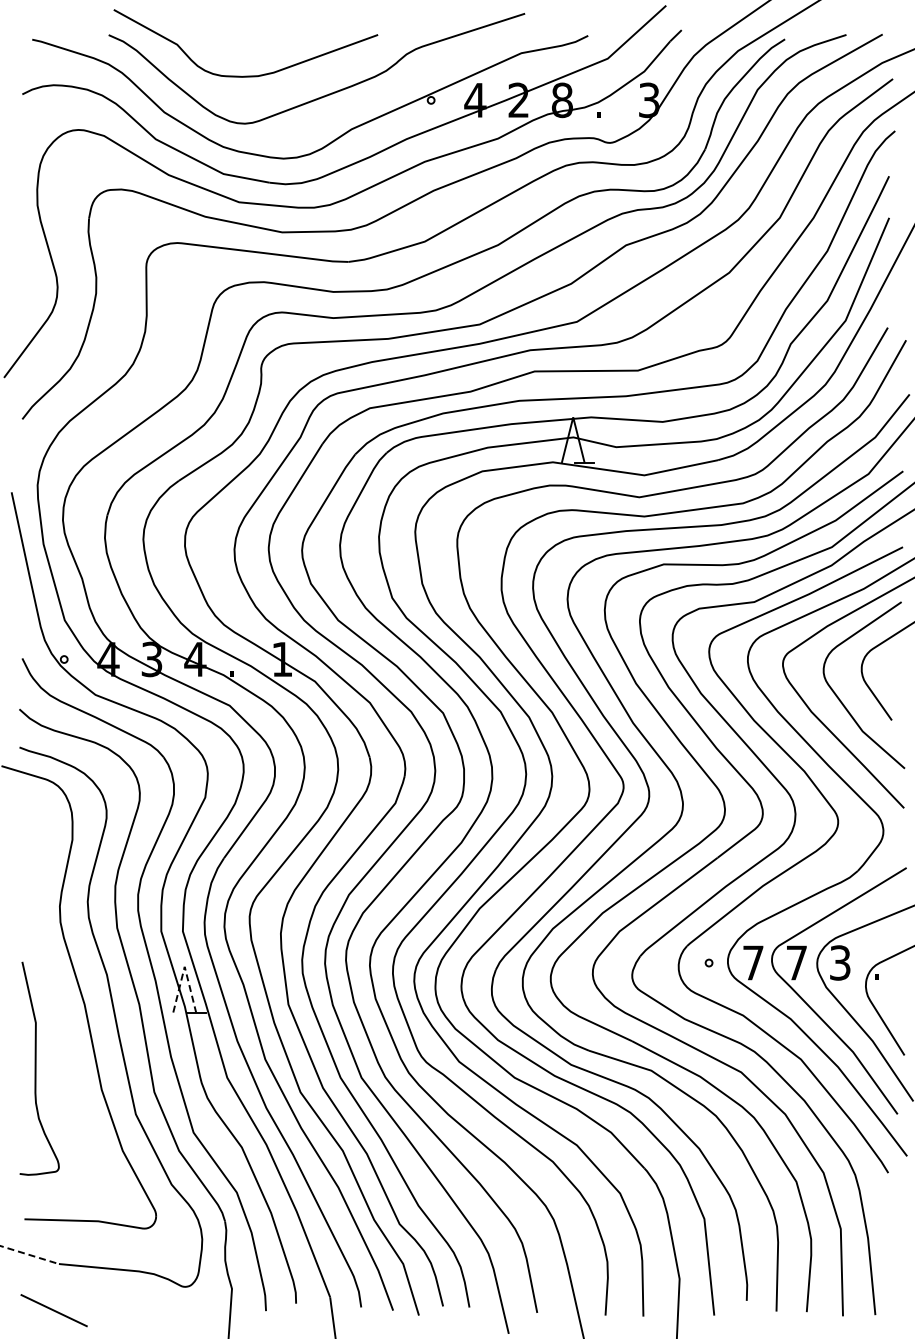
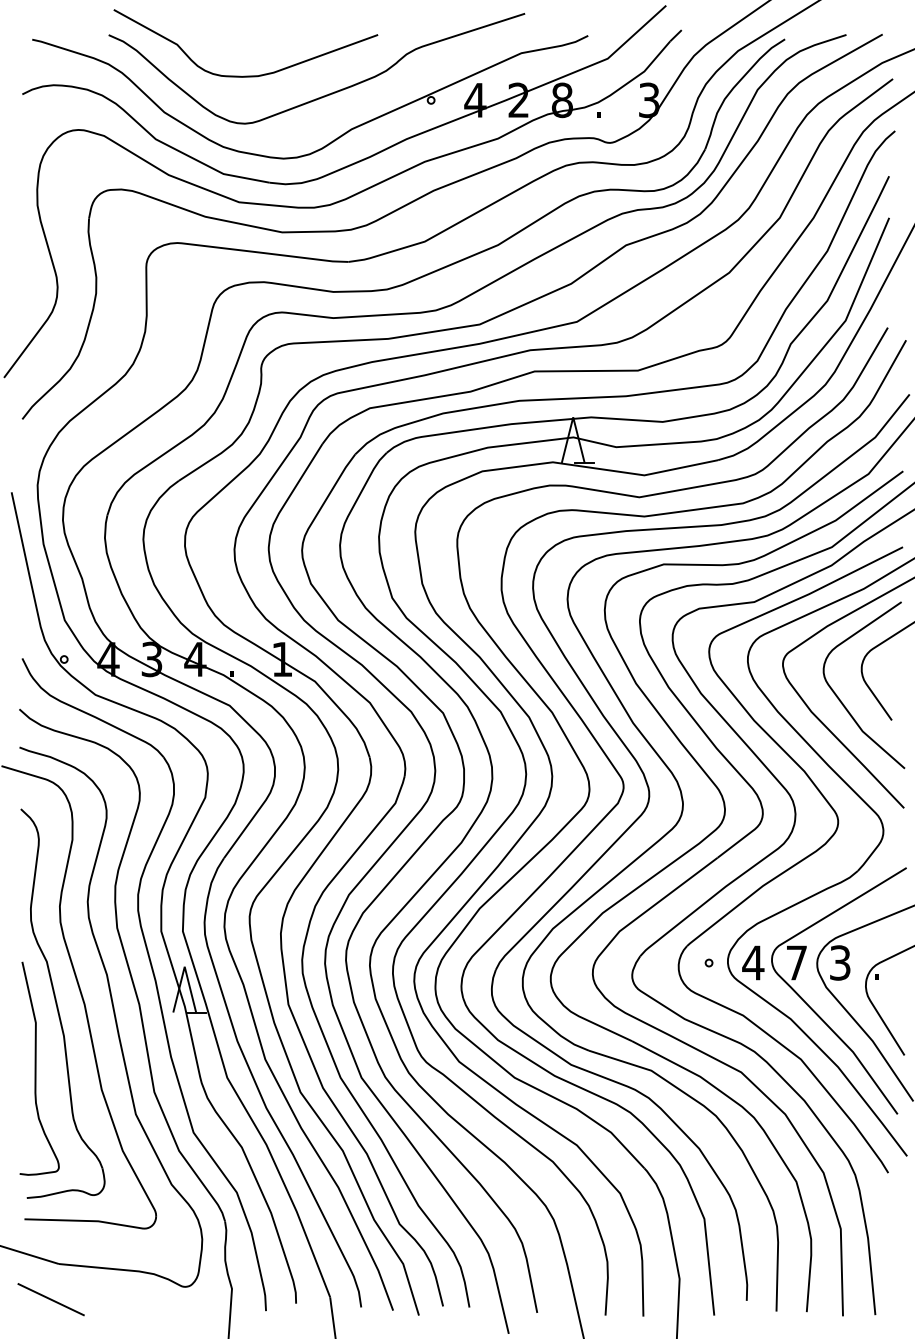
text at (753, 962): 7 -> 4
line at (184, 966): dashed -> solid
part at (62, 1003): none -> present
line at (30, 1255): dashed -> solid
line at (53, 1310) position: (53, 1310) -> (50, 1299)
